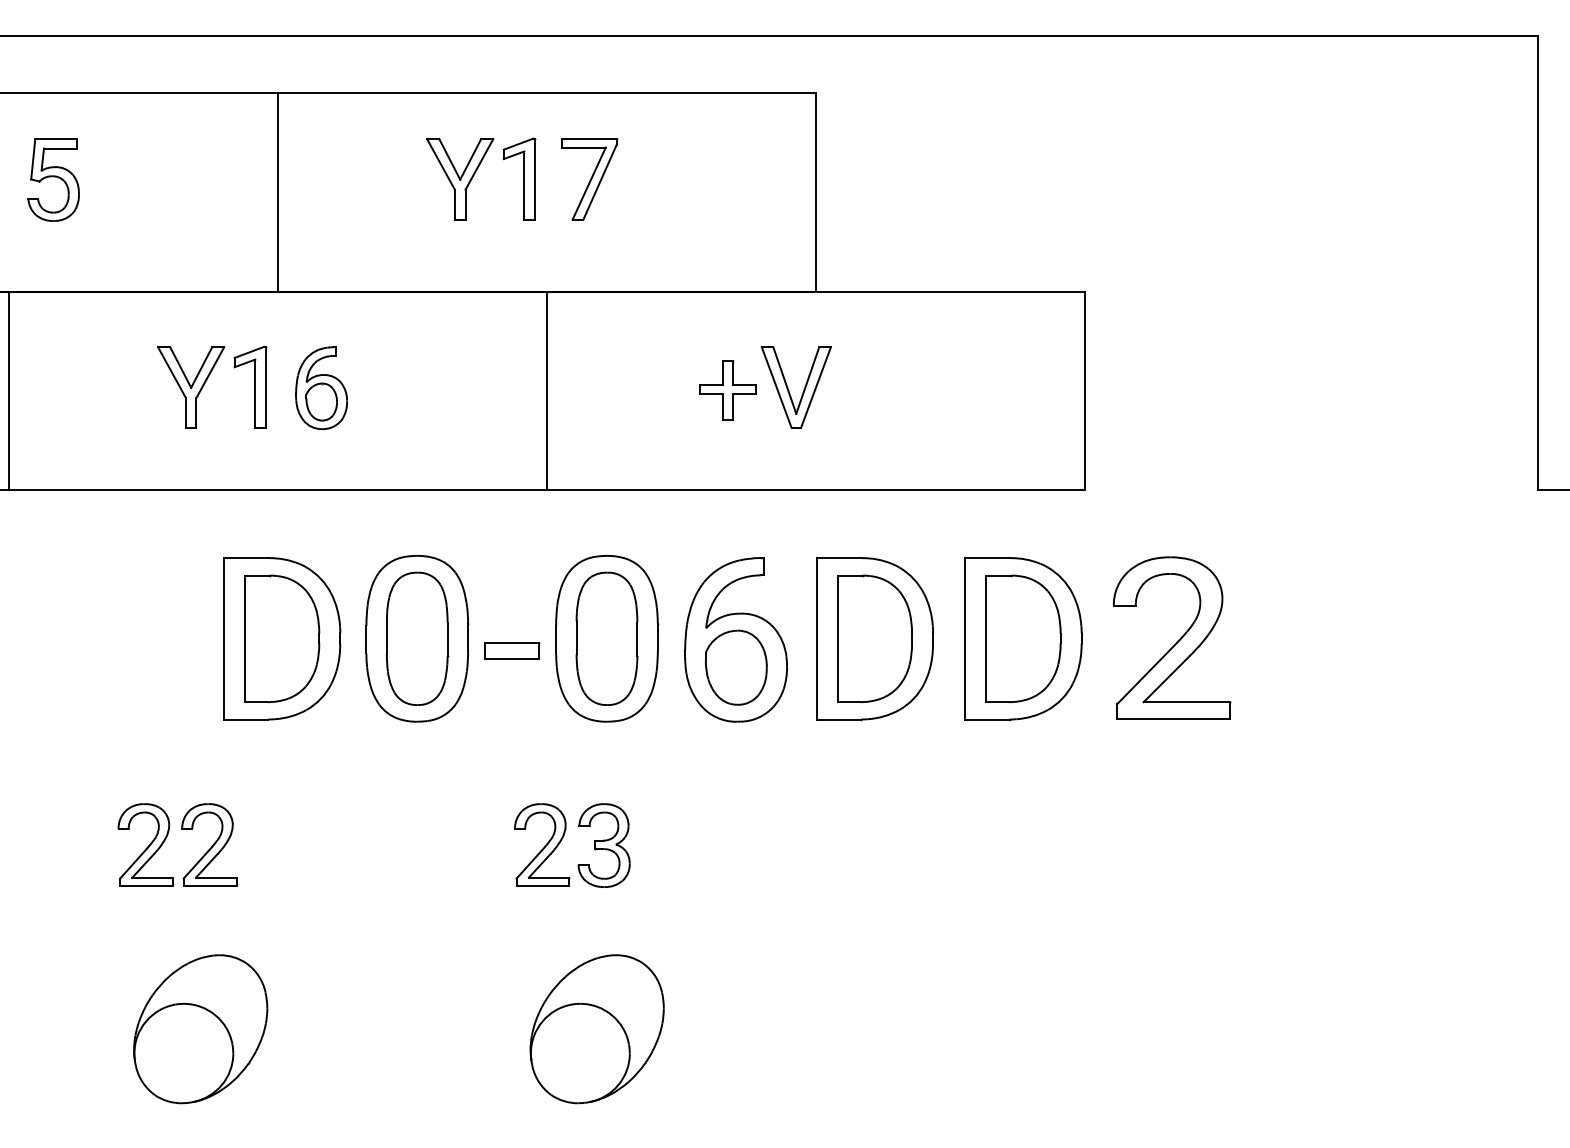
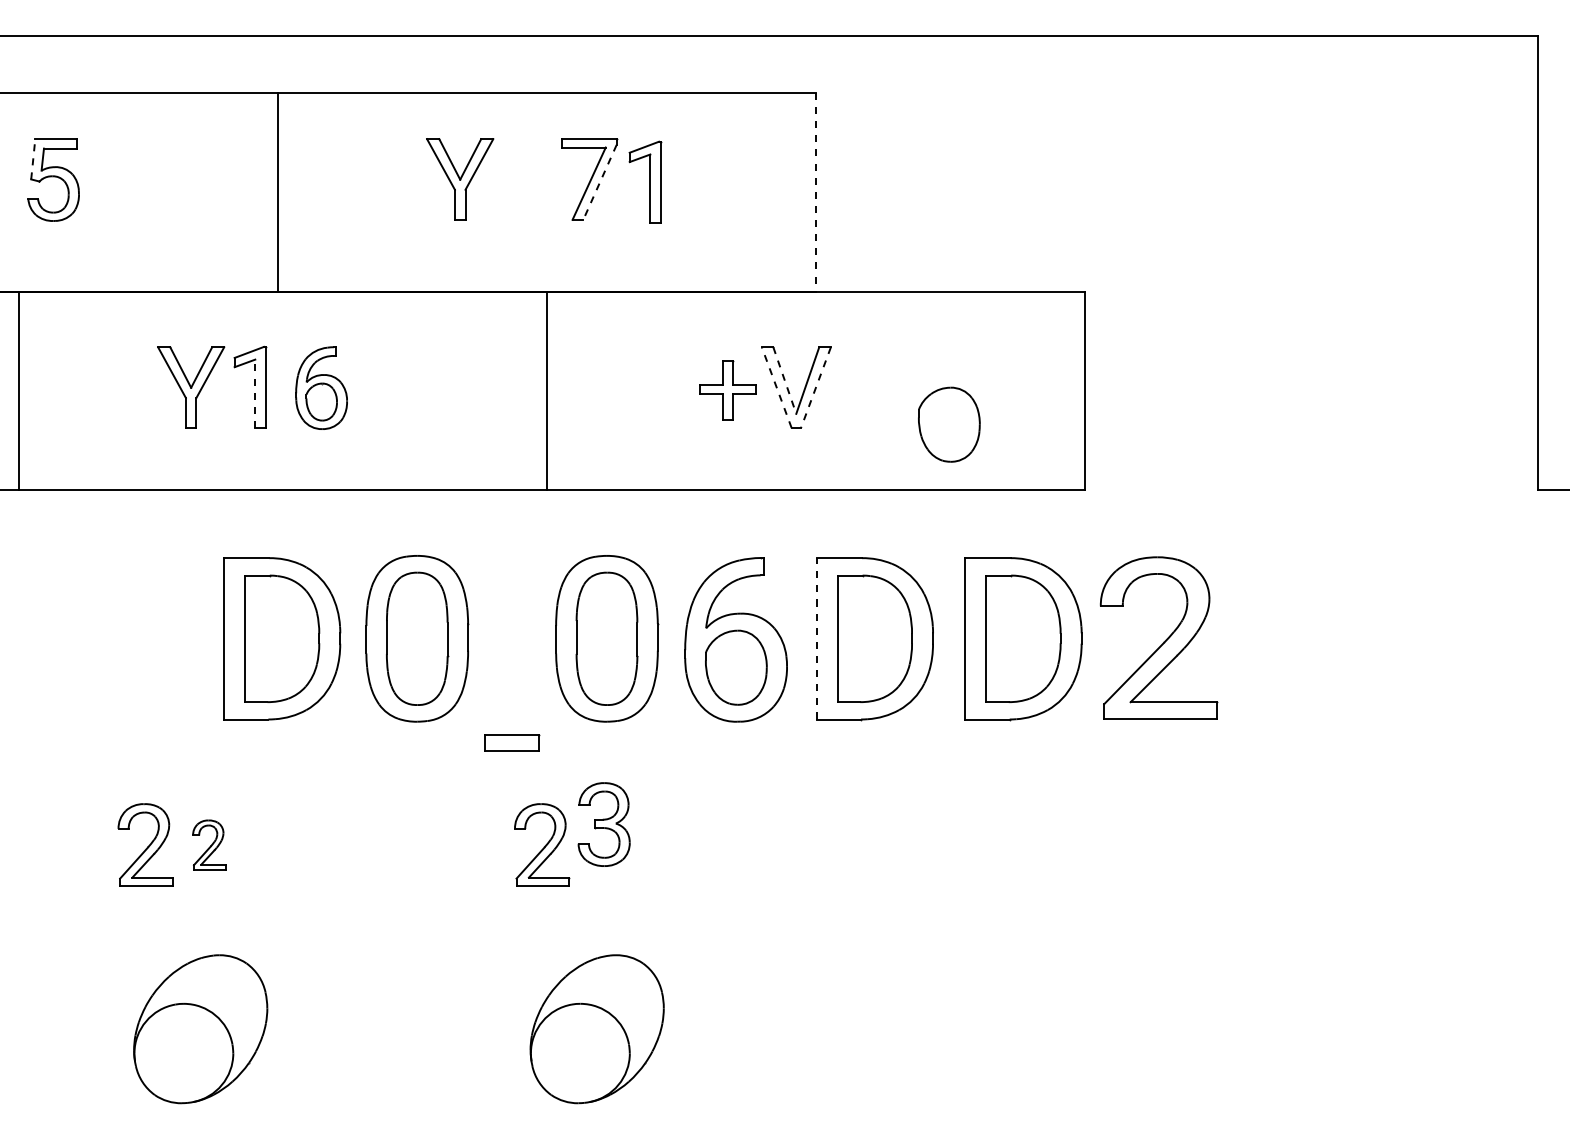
line at (33, 158): solid -> dashed
part at (519, 178) position: (519, 178) -> (645, 181)
line at (599, 182): solid -> dashed
line at (815, 192): solid -> dashed
line at (784, 381): solid -> dashed
line at (776, 387): solid -> dashed
line at (815, 388): solid -> dashed
line at (8, 390) position: (8, 390) -> (18, 390)
line at (255, 393): solid -> dashed
part at (949, 424): none -> present
line at (816, 638): solid -> dashed
part at (1176, 641) position: (1176, 641) -> (1163, 641)
part at (512, 650) position: (512, 650) -> (512, 742)
part at (209, 844) size: 57x84 px -> 35x52 px
part at (603, 845) position: (603, 845) -> (603, 824)
